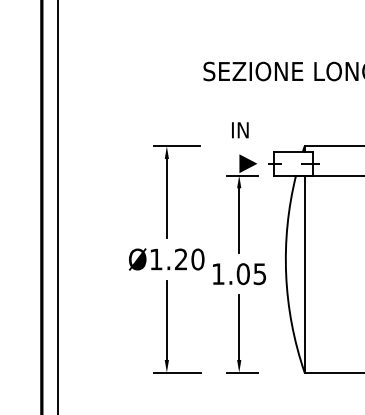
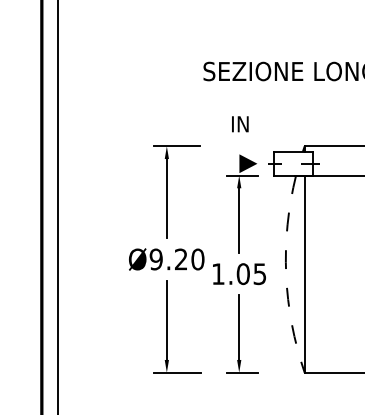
text at (240, 130) position: (240, 130) -> (240, 124)
text at (155, 259): Ø1.20 -> Ø9.20
arc at (286, 274): solid -> dashed
